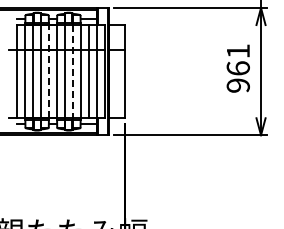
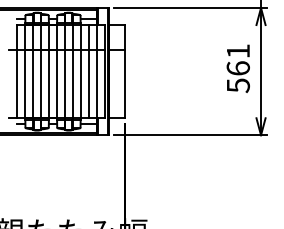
line at (49, 71): dashed -> solid
line at (72, 72): dashed -> solid
text at (237, 85): 961 -> 561
